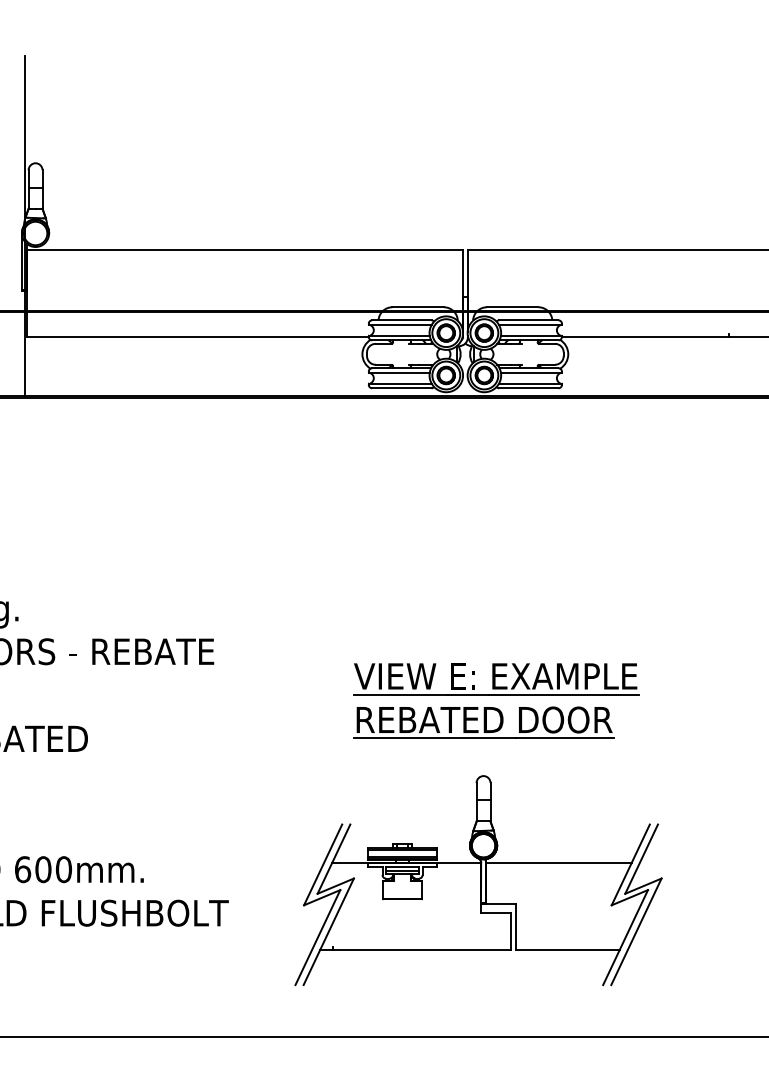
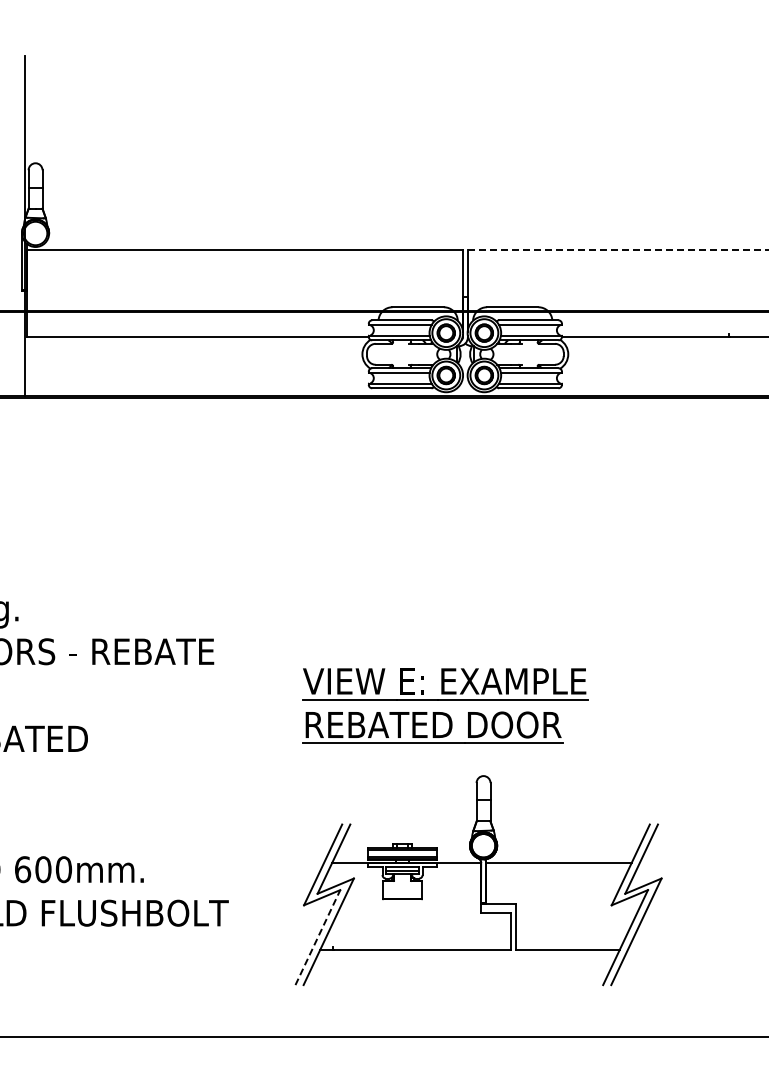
line at (618, 250): solid -> dashed
part at (496, 700) position: (496, 700) -> (445, 705)
line at (317, 937): solid -> dashed
